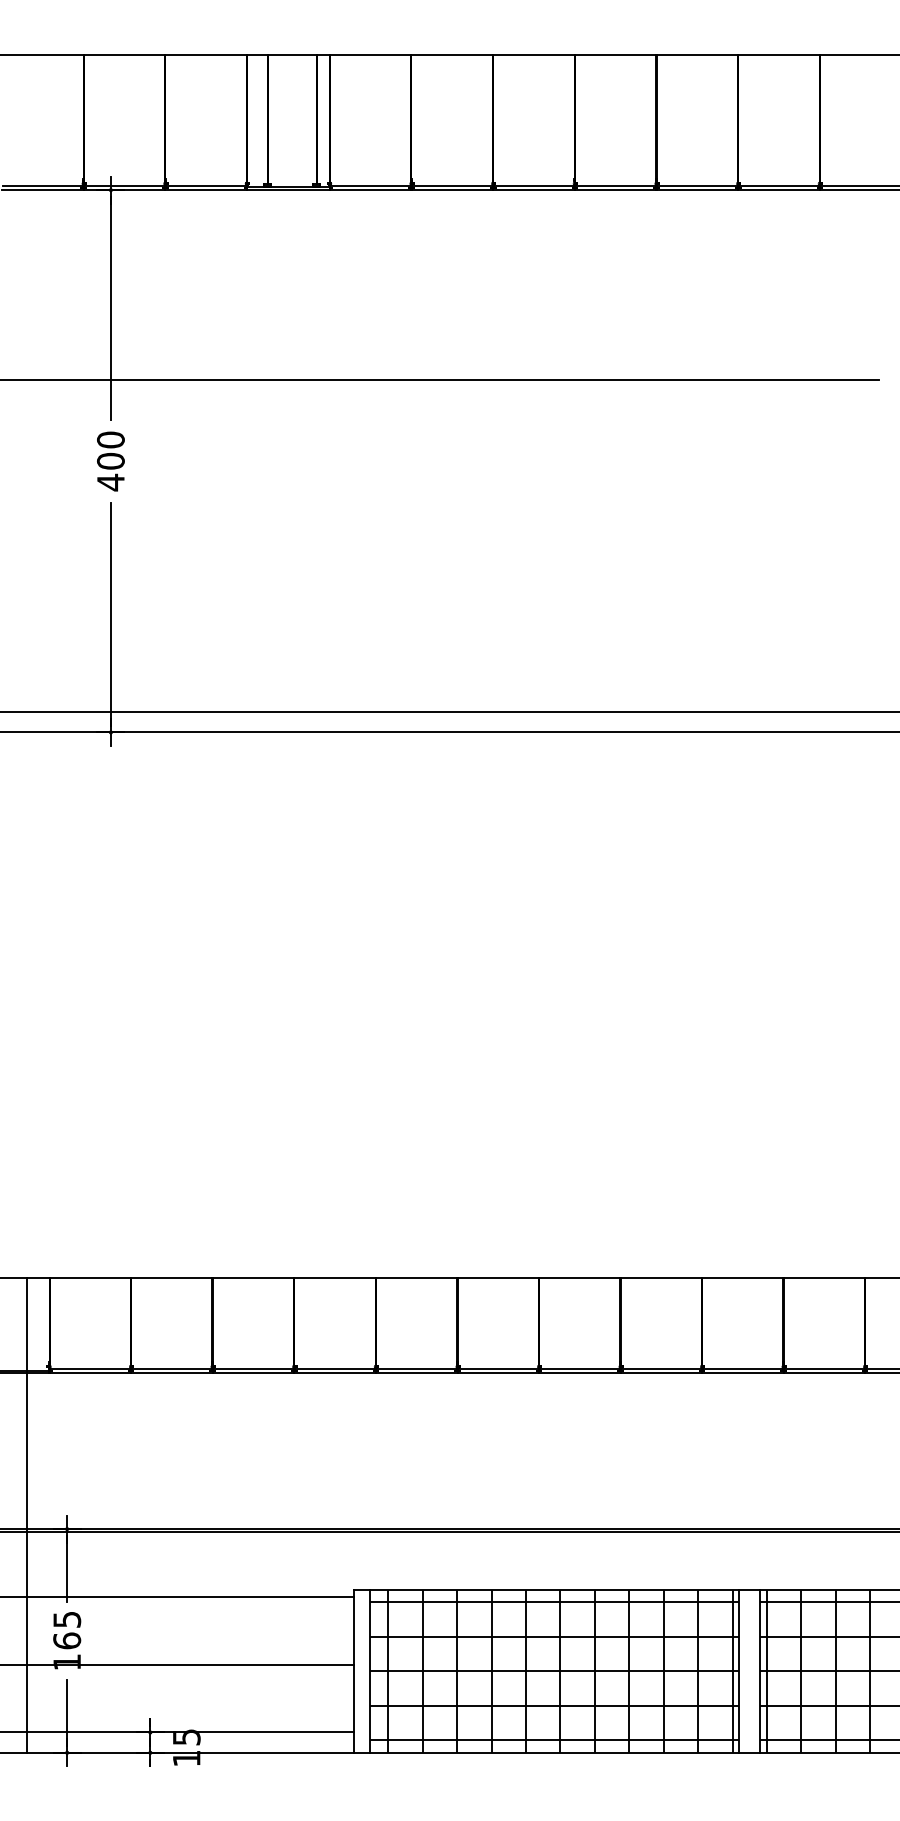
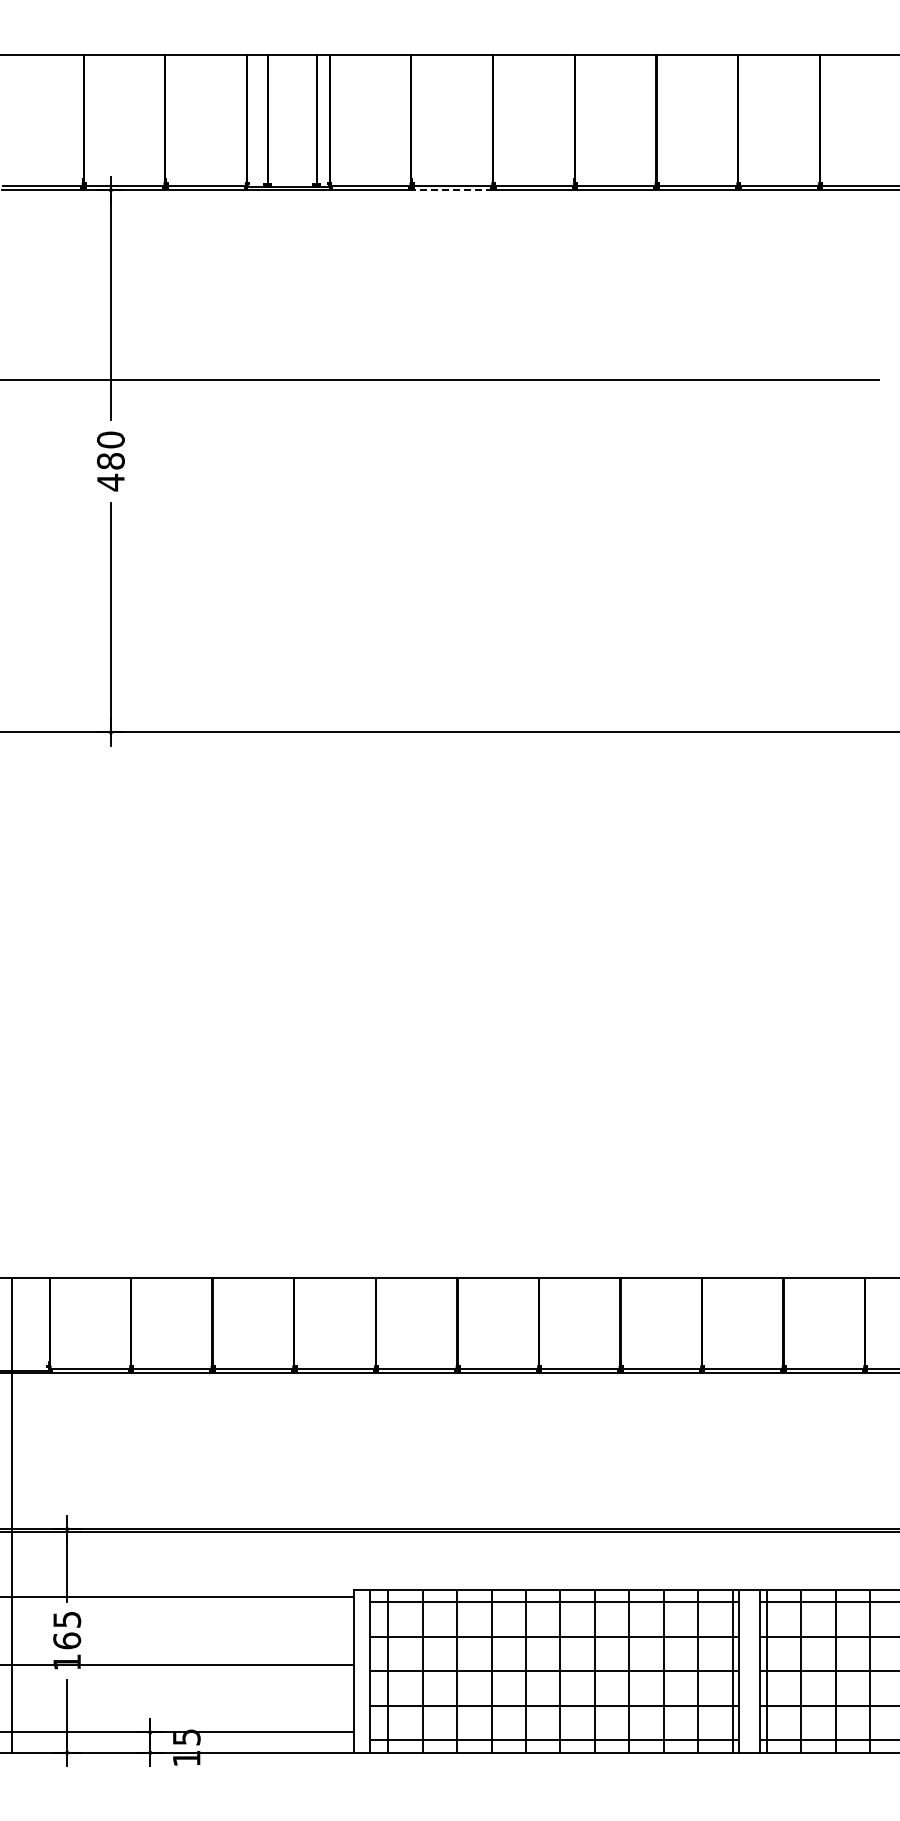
line at (452, 190): solid -> dashed
text at (110, 460): 400 -> 480
line at (449, 712): present -> none
line at (26, 1515) position: (26, 1515) -> (11, 1515)
